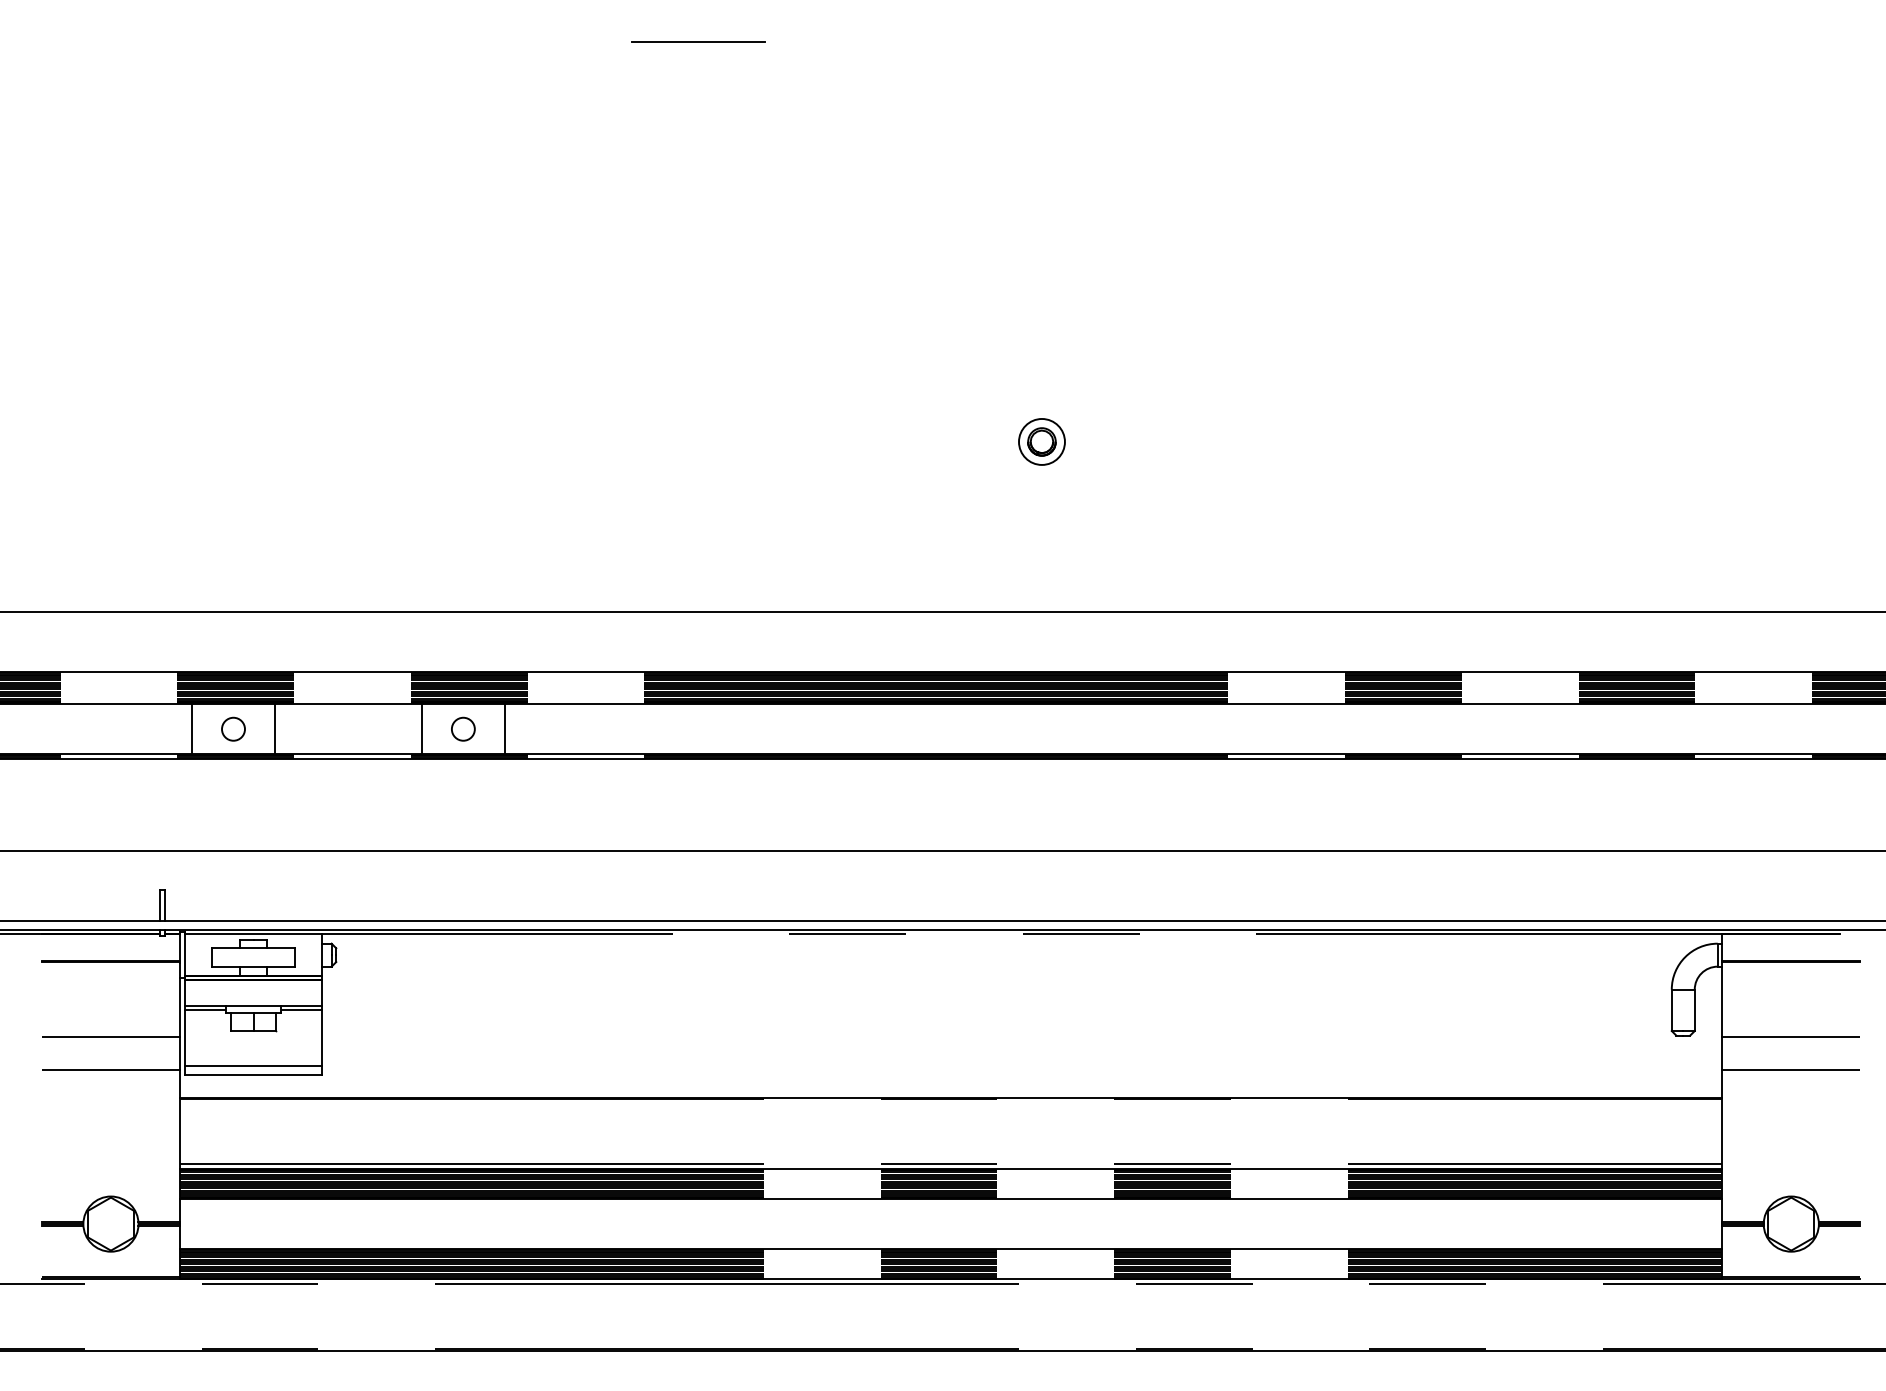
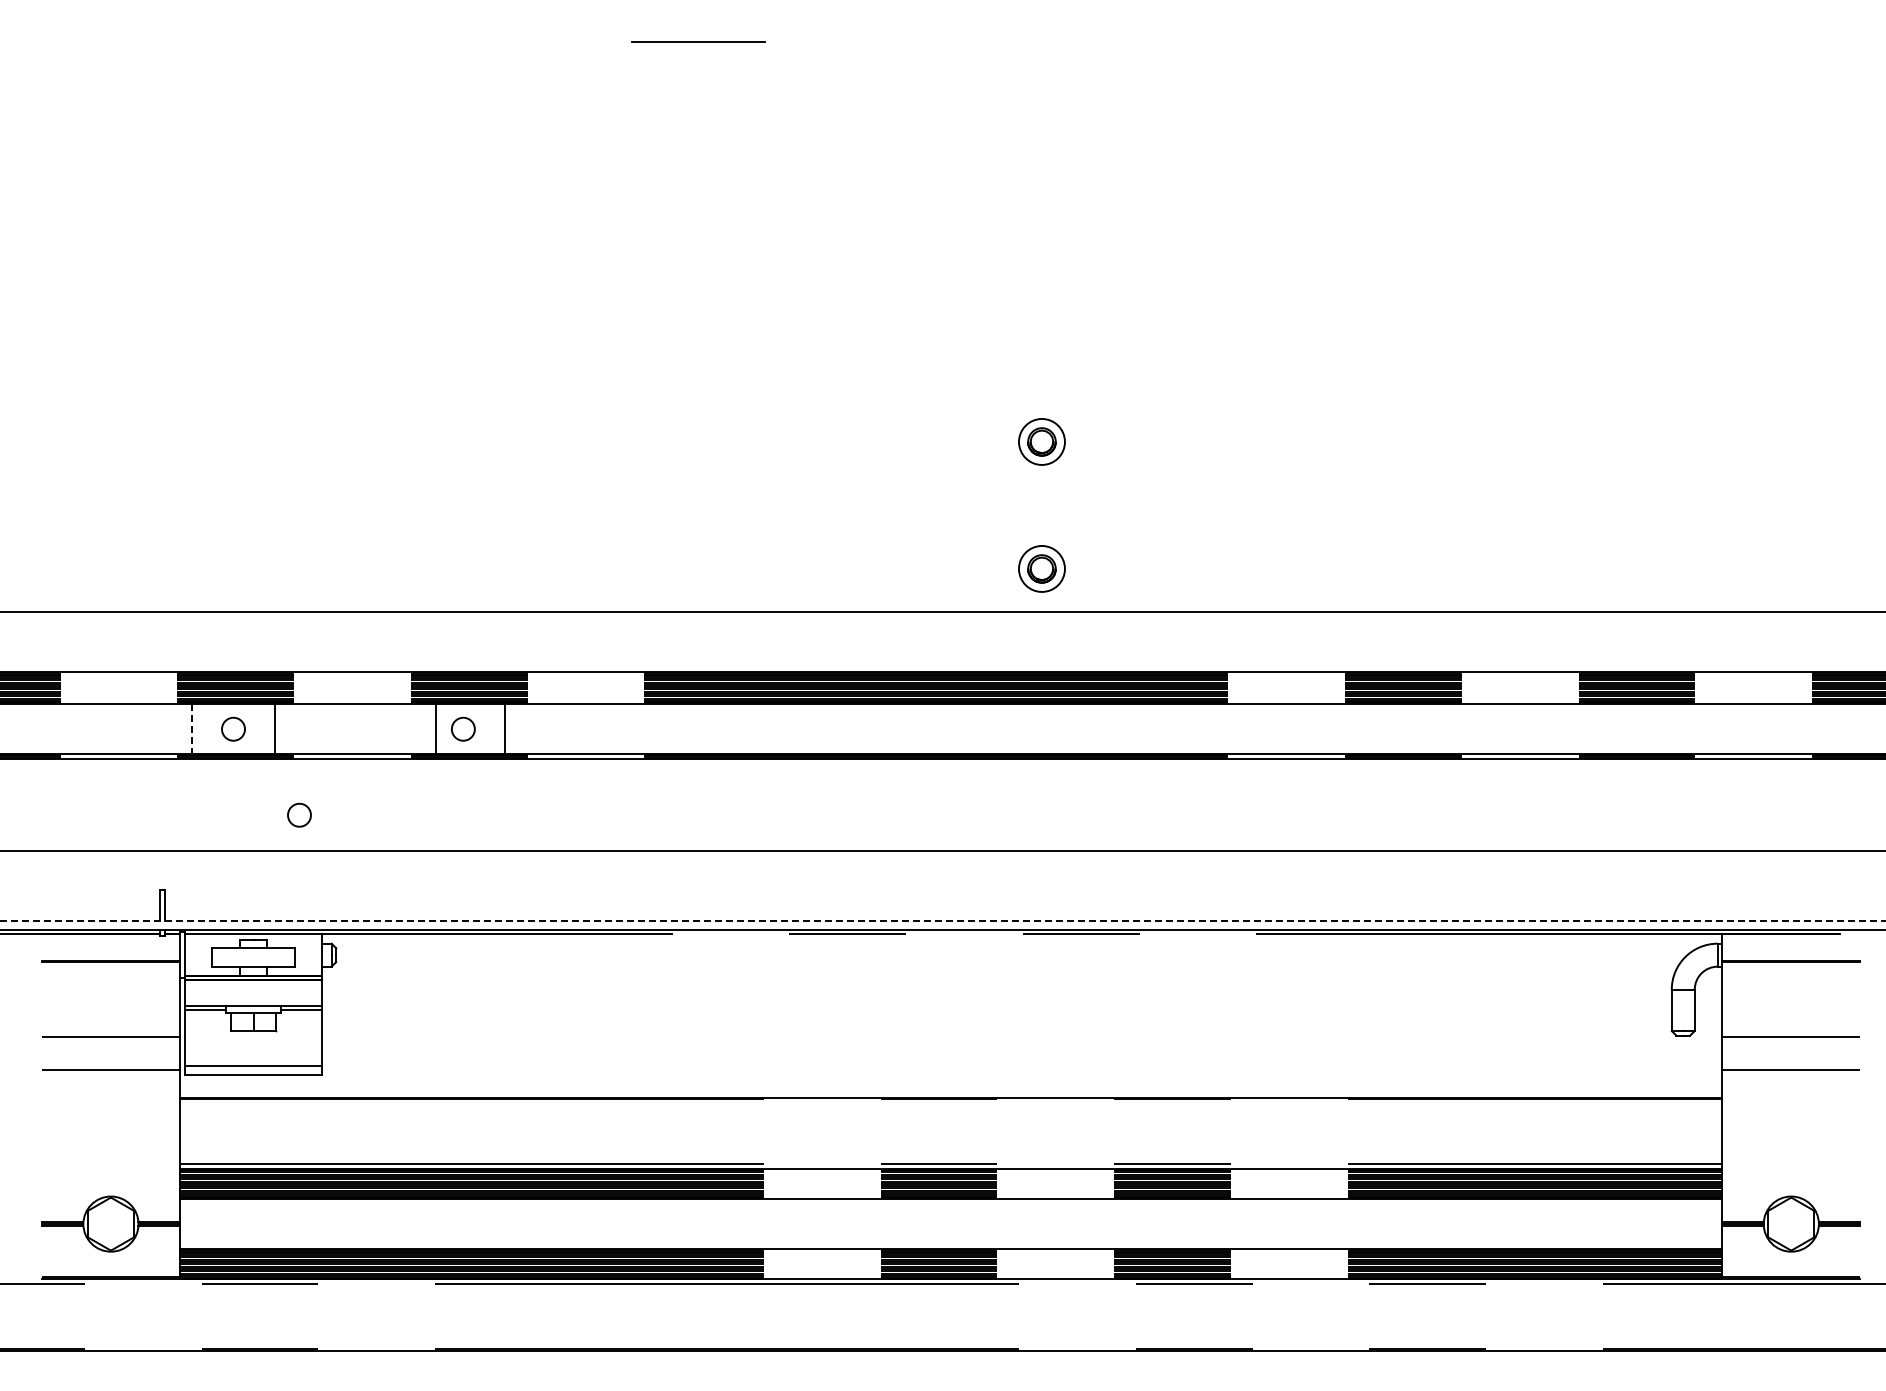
part at (1041, 568): none -> present
line at (192, 729): solid -> dashed
line at (421, 729) position: (421, 729) -> (435, 729)
circle at (299, 814): none -> present
line at (942, 920): solid -> dashed
